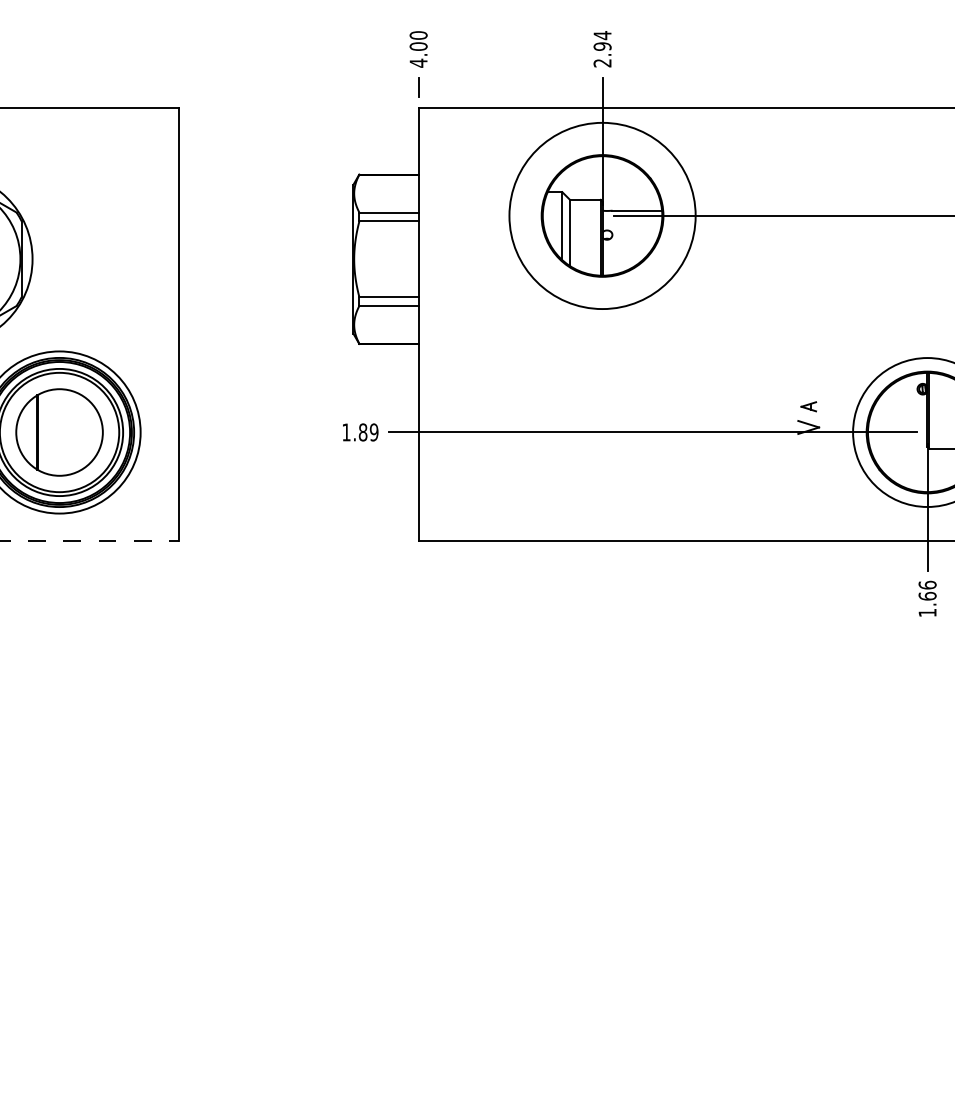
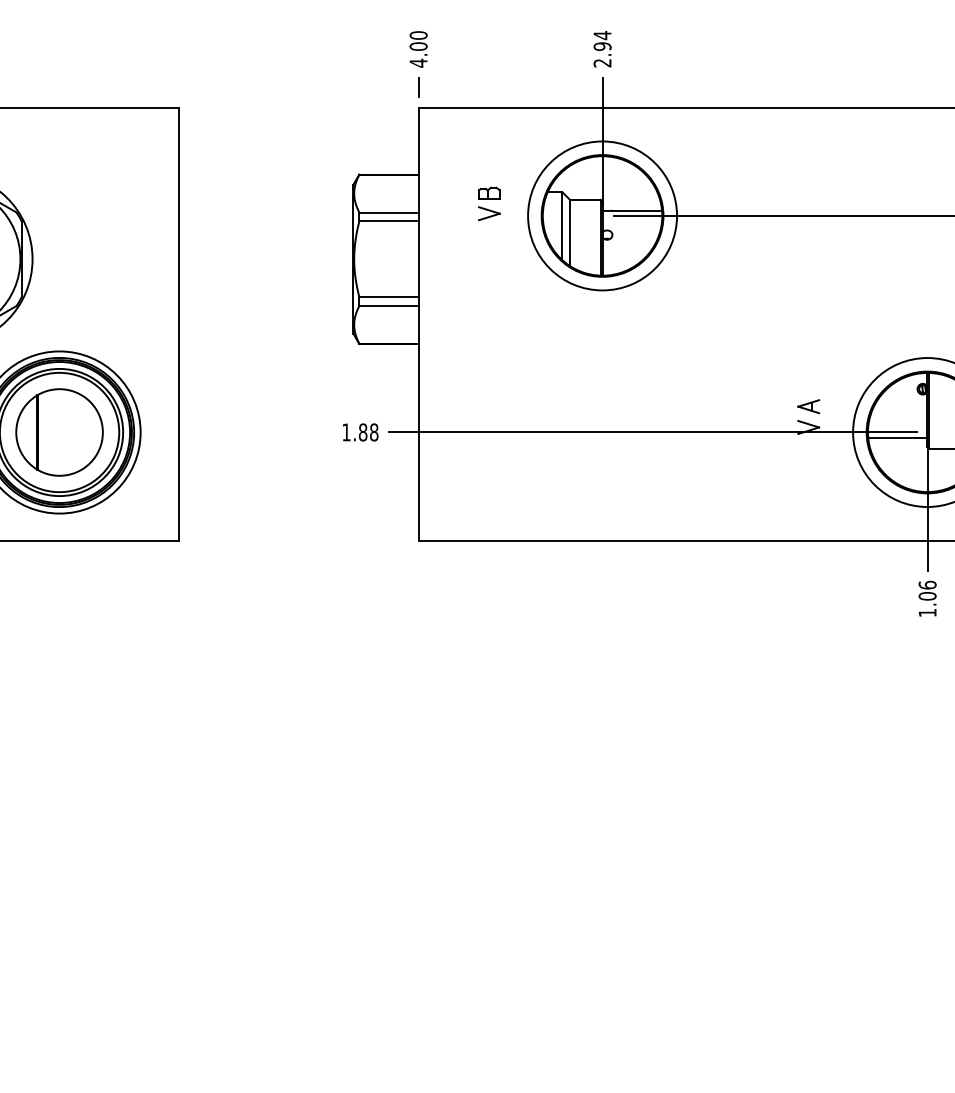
part at (489, 203): none -> present
circle at (602, 215) diameter: 186 px -> 149 px
part at (808, 406) size: 18x12 px -> 24x16 px
text at (373, 432): 1.89 -> 1.88
line at (897, 437): none -> present
line at (89, 540): dashed -> solid
text at (927, 595): 1.66 -> 1.06
